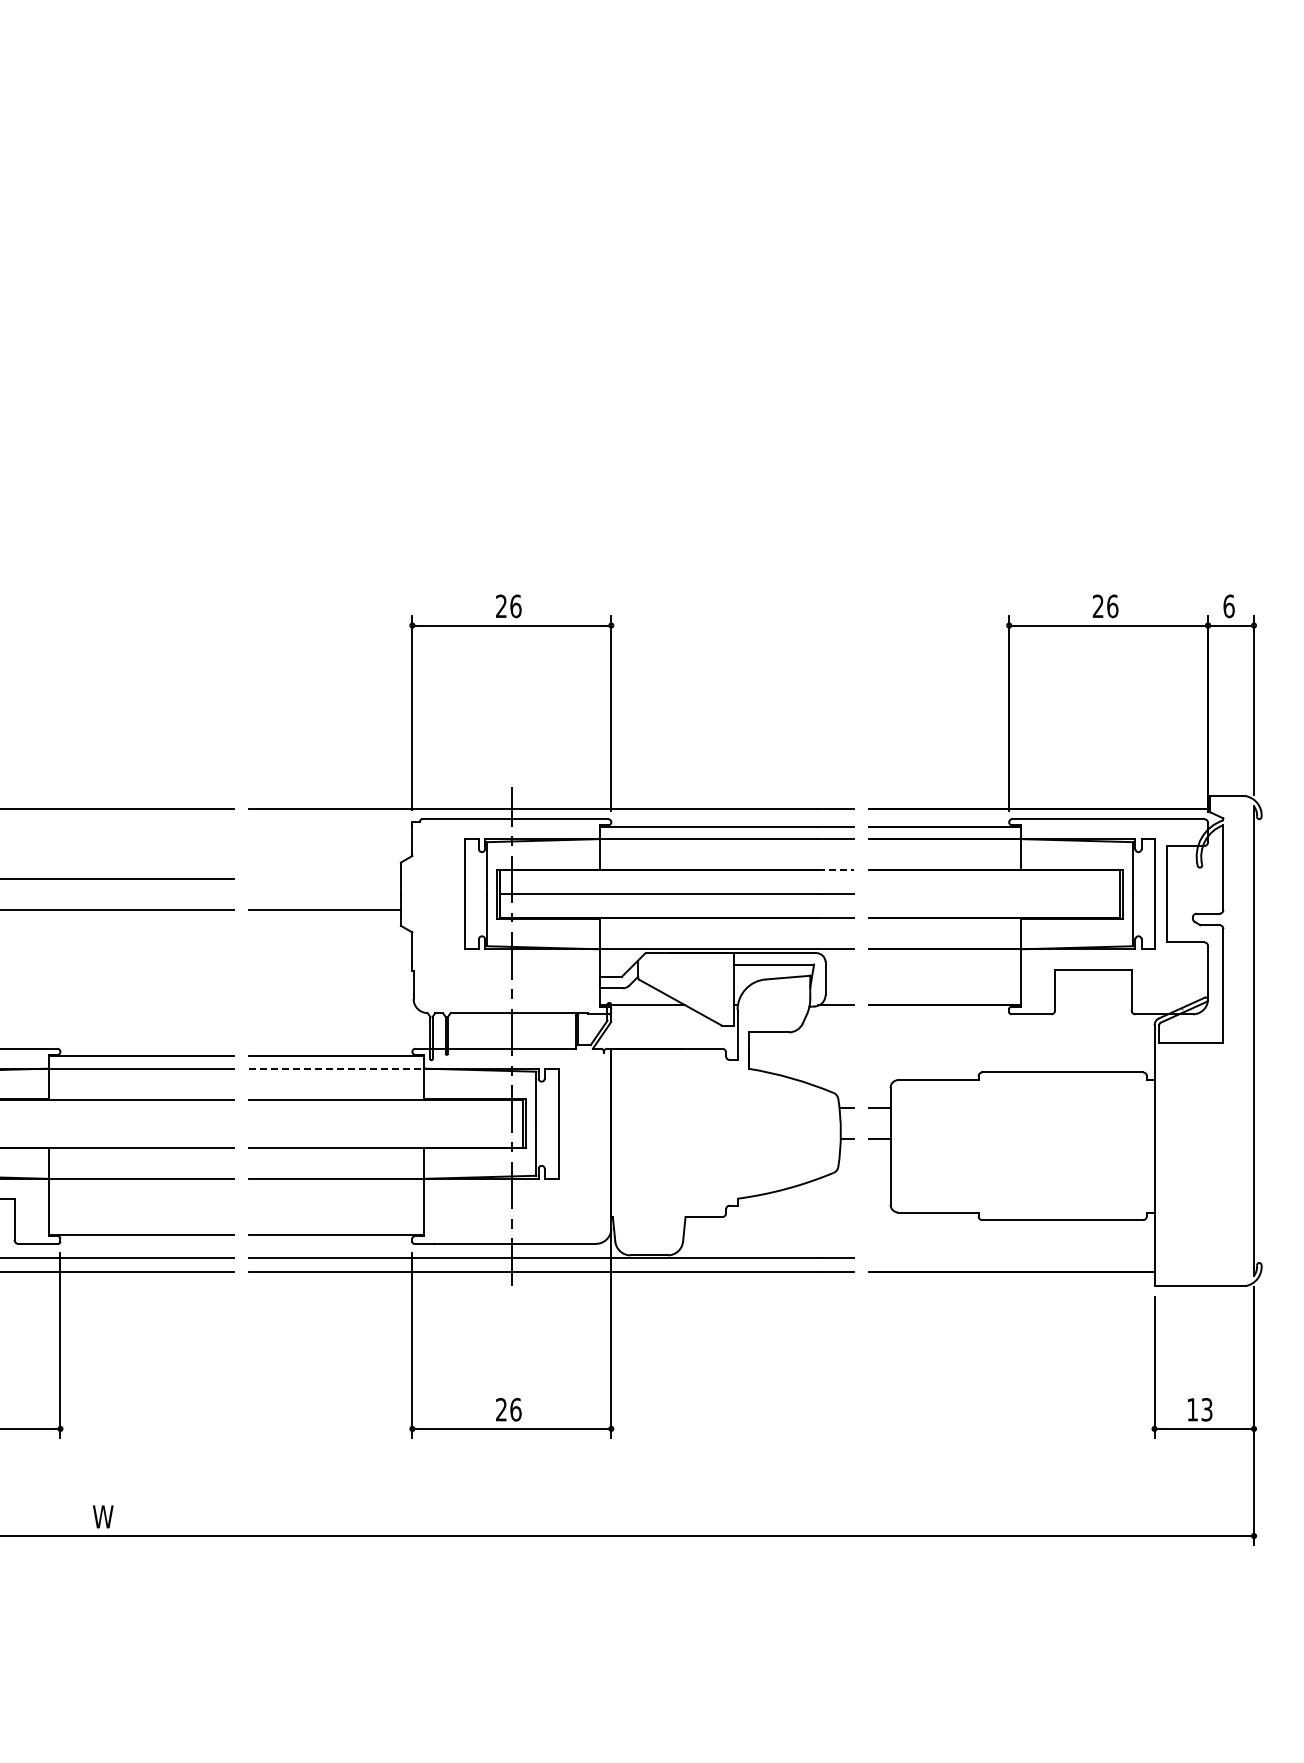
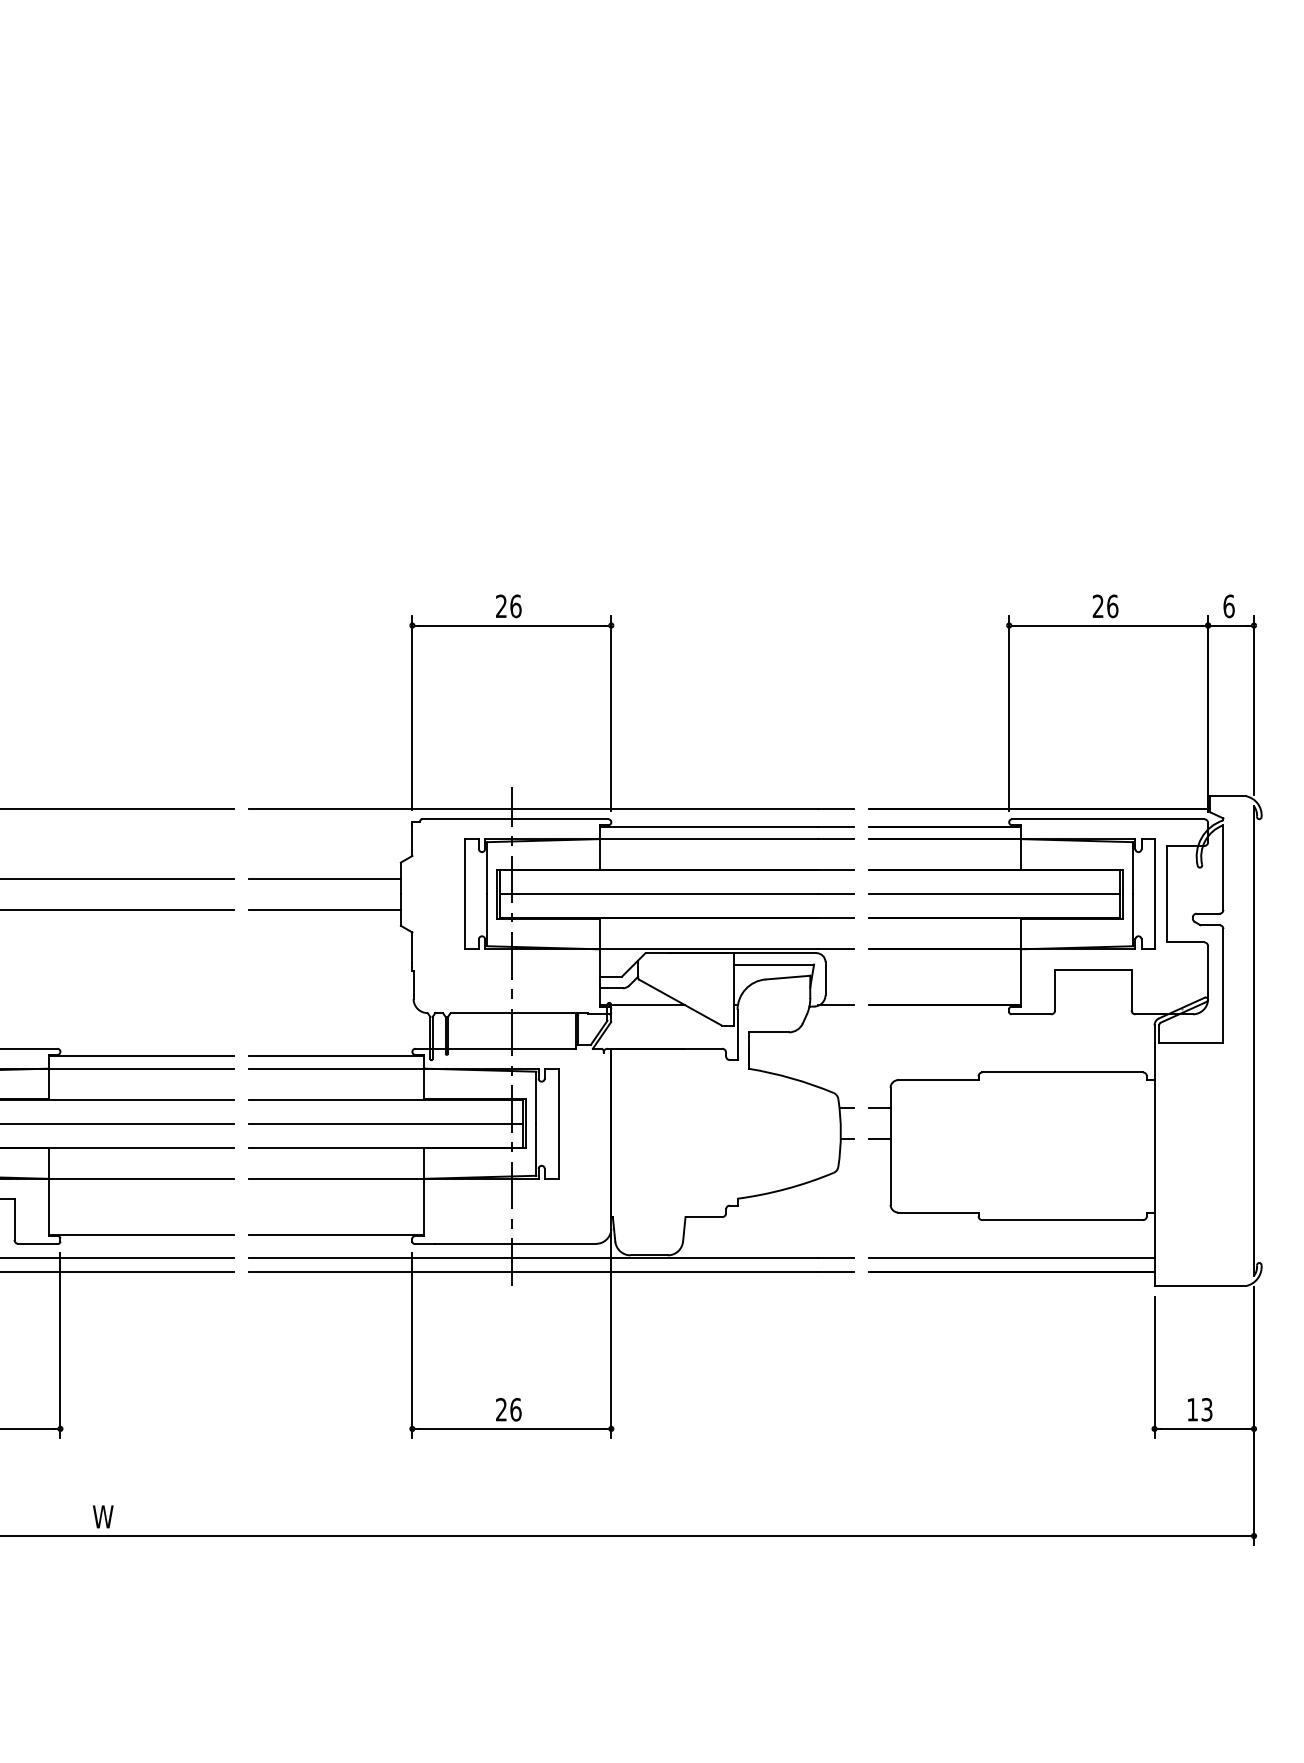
line at (835, 870): dashed -> solid
line at (324, 878): none -> present
line at (994, 894): none -> present
line at (338, 1068): dashed -> solid
line at (118, 1123): none -> present
line at (386, 1123): none -> present
line at (1011, 1258): none -> present
